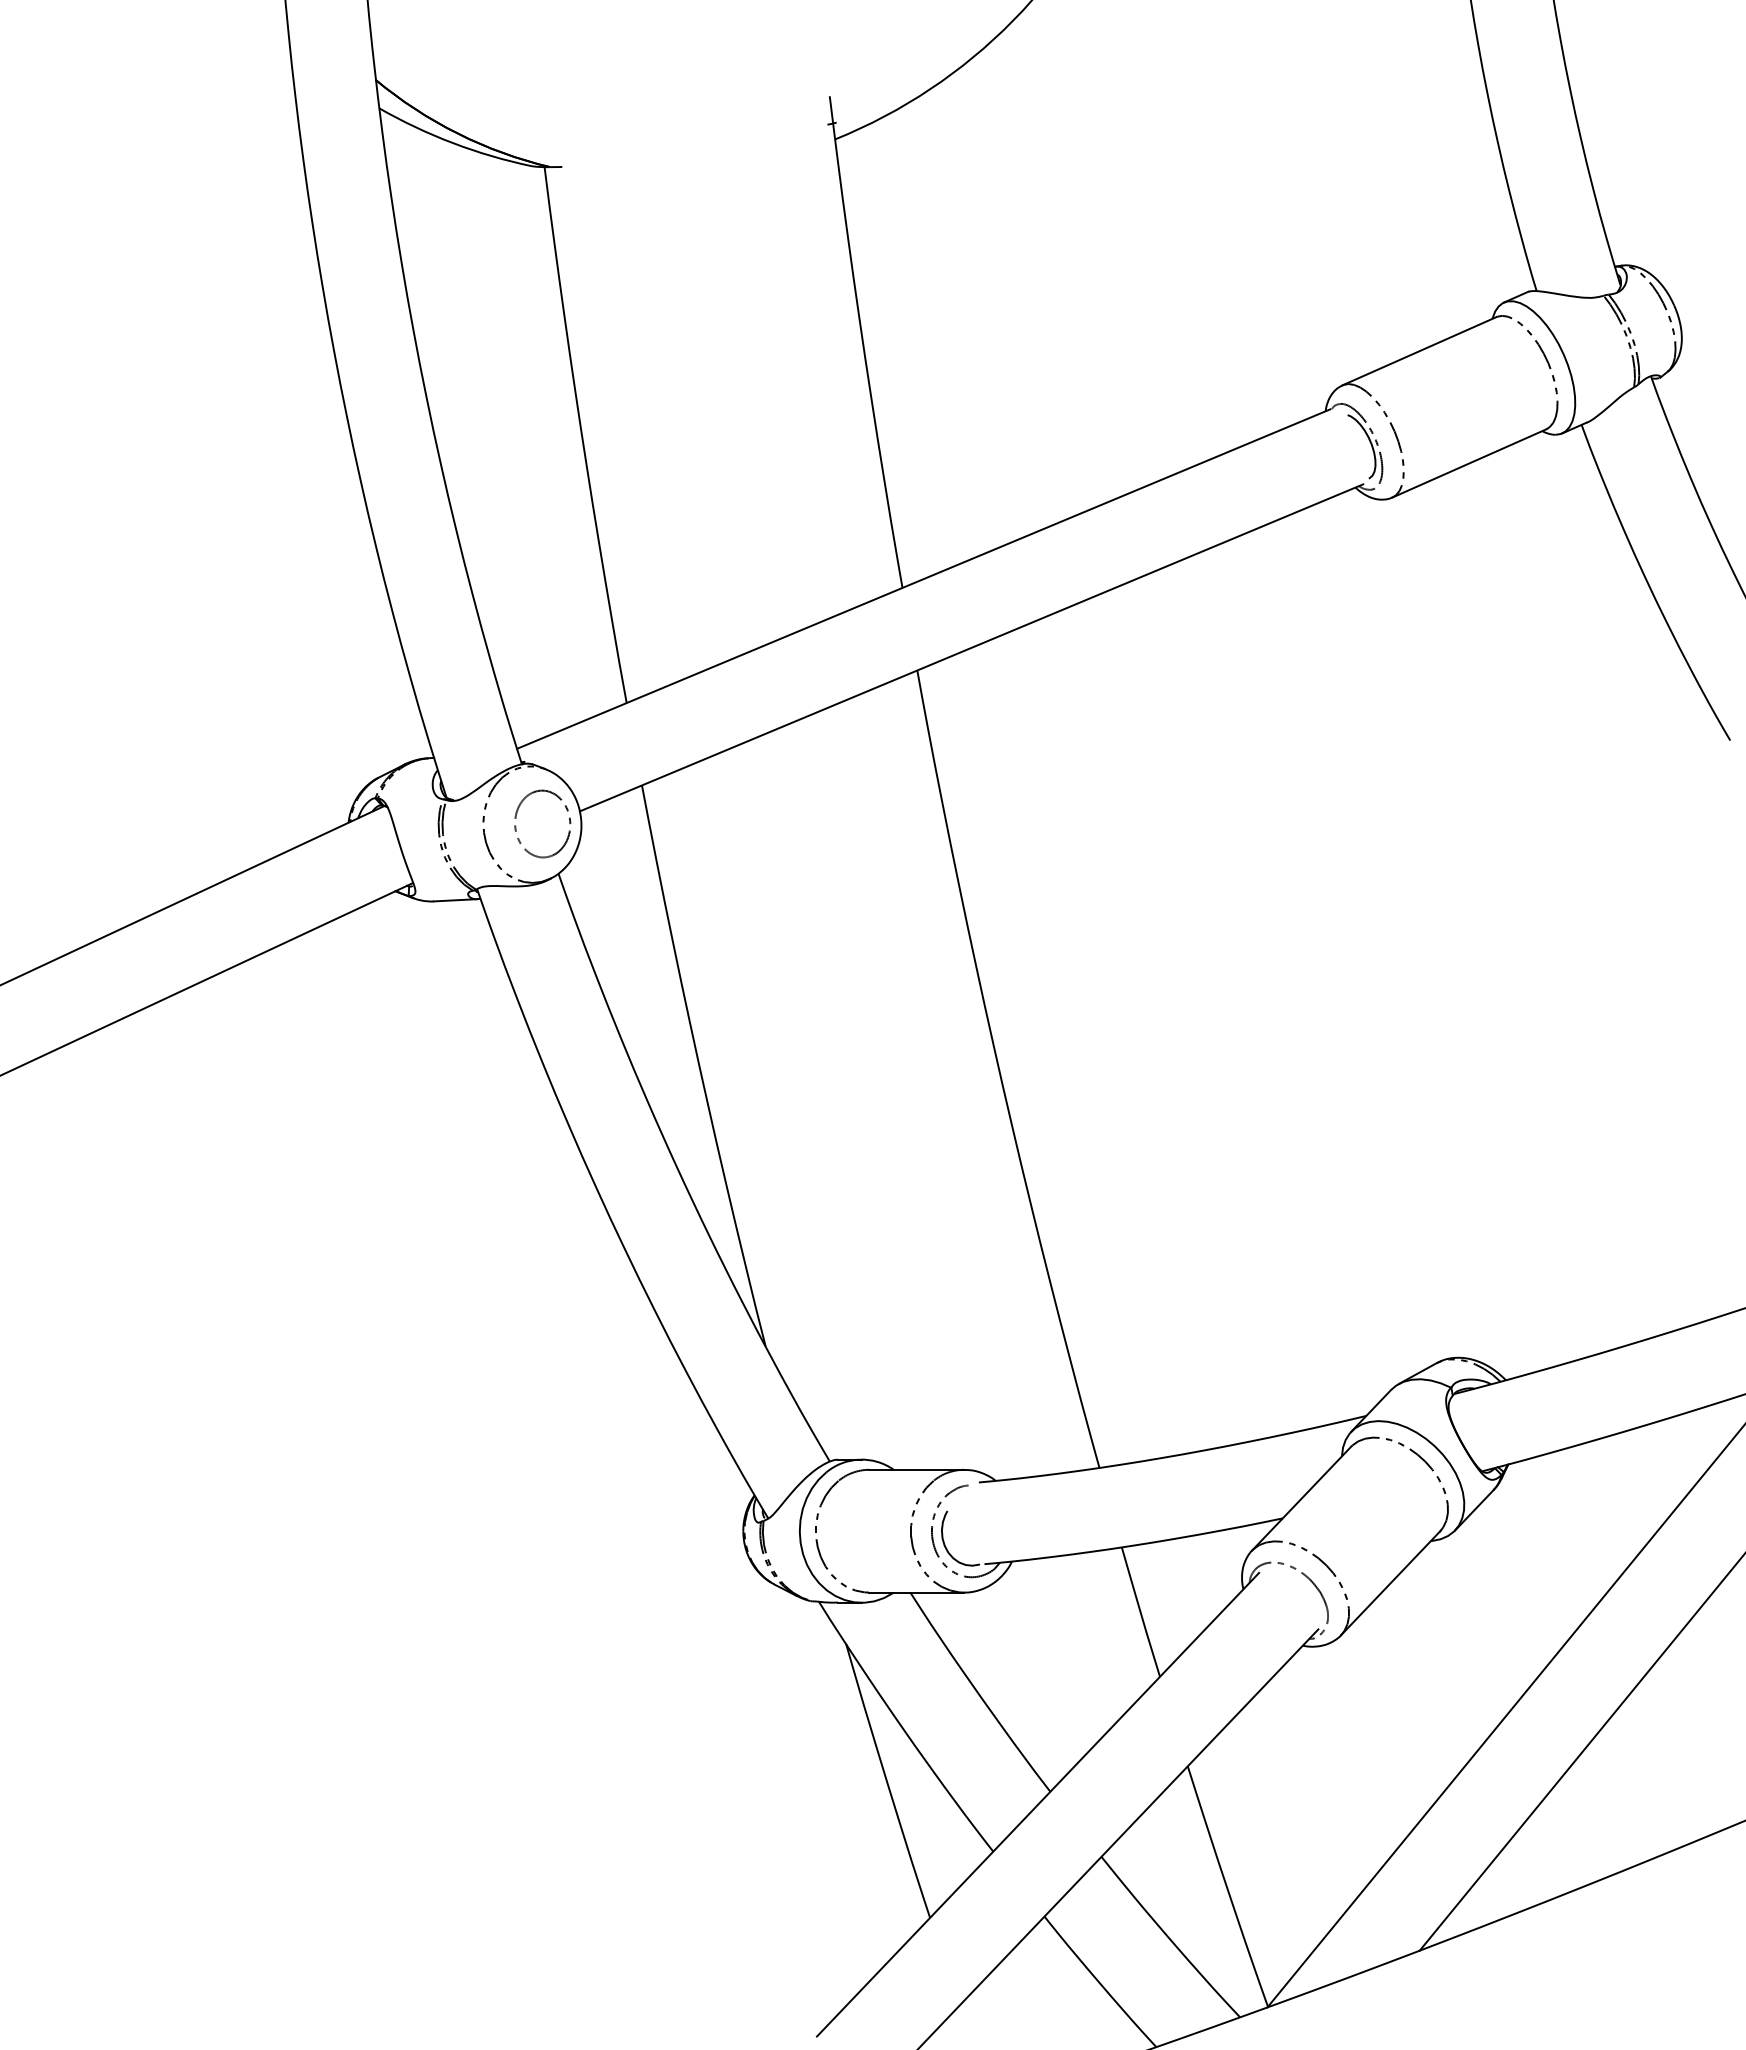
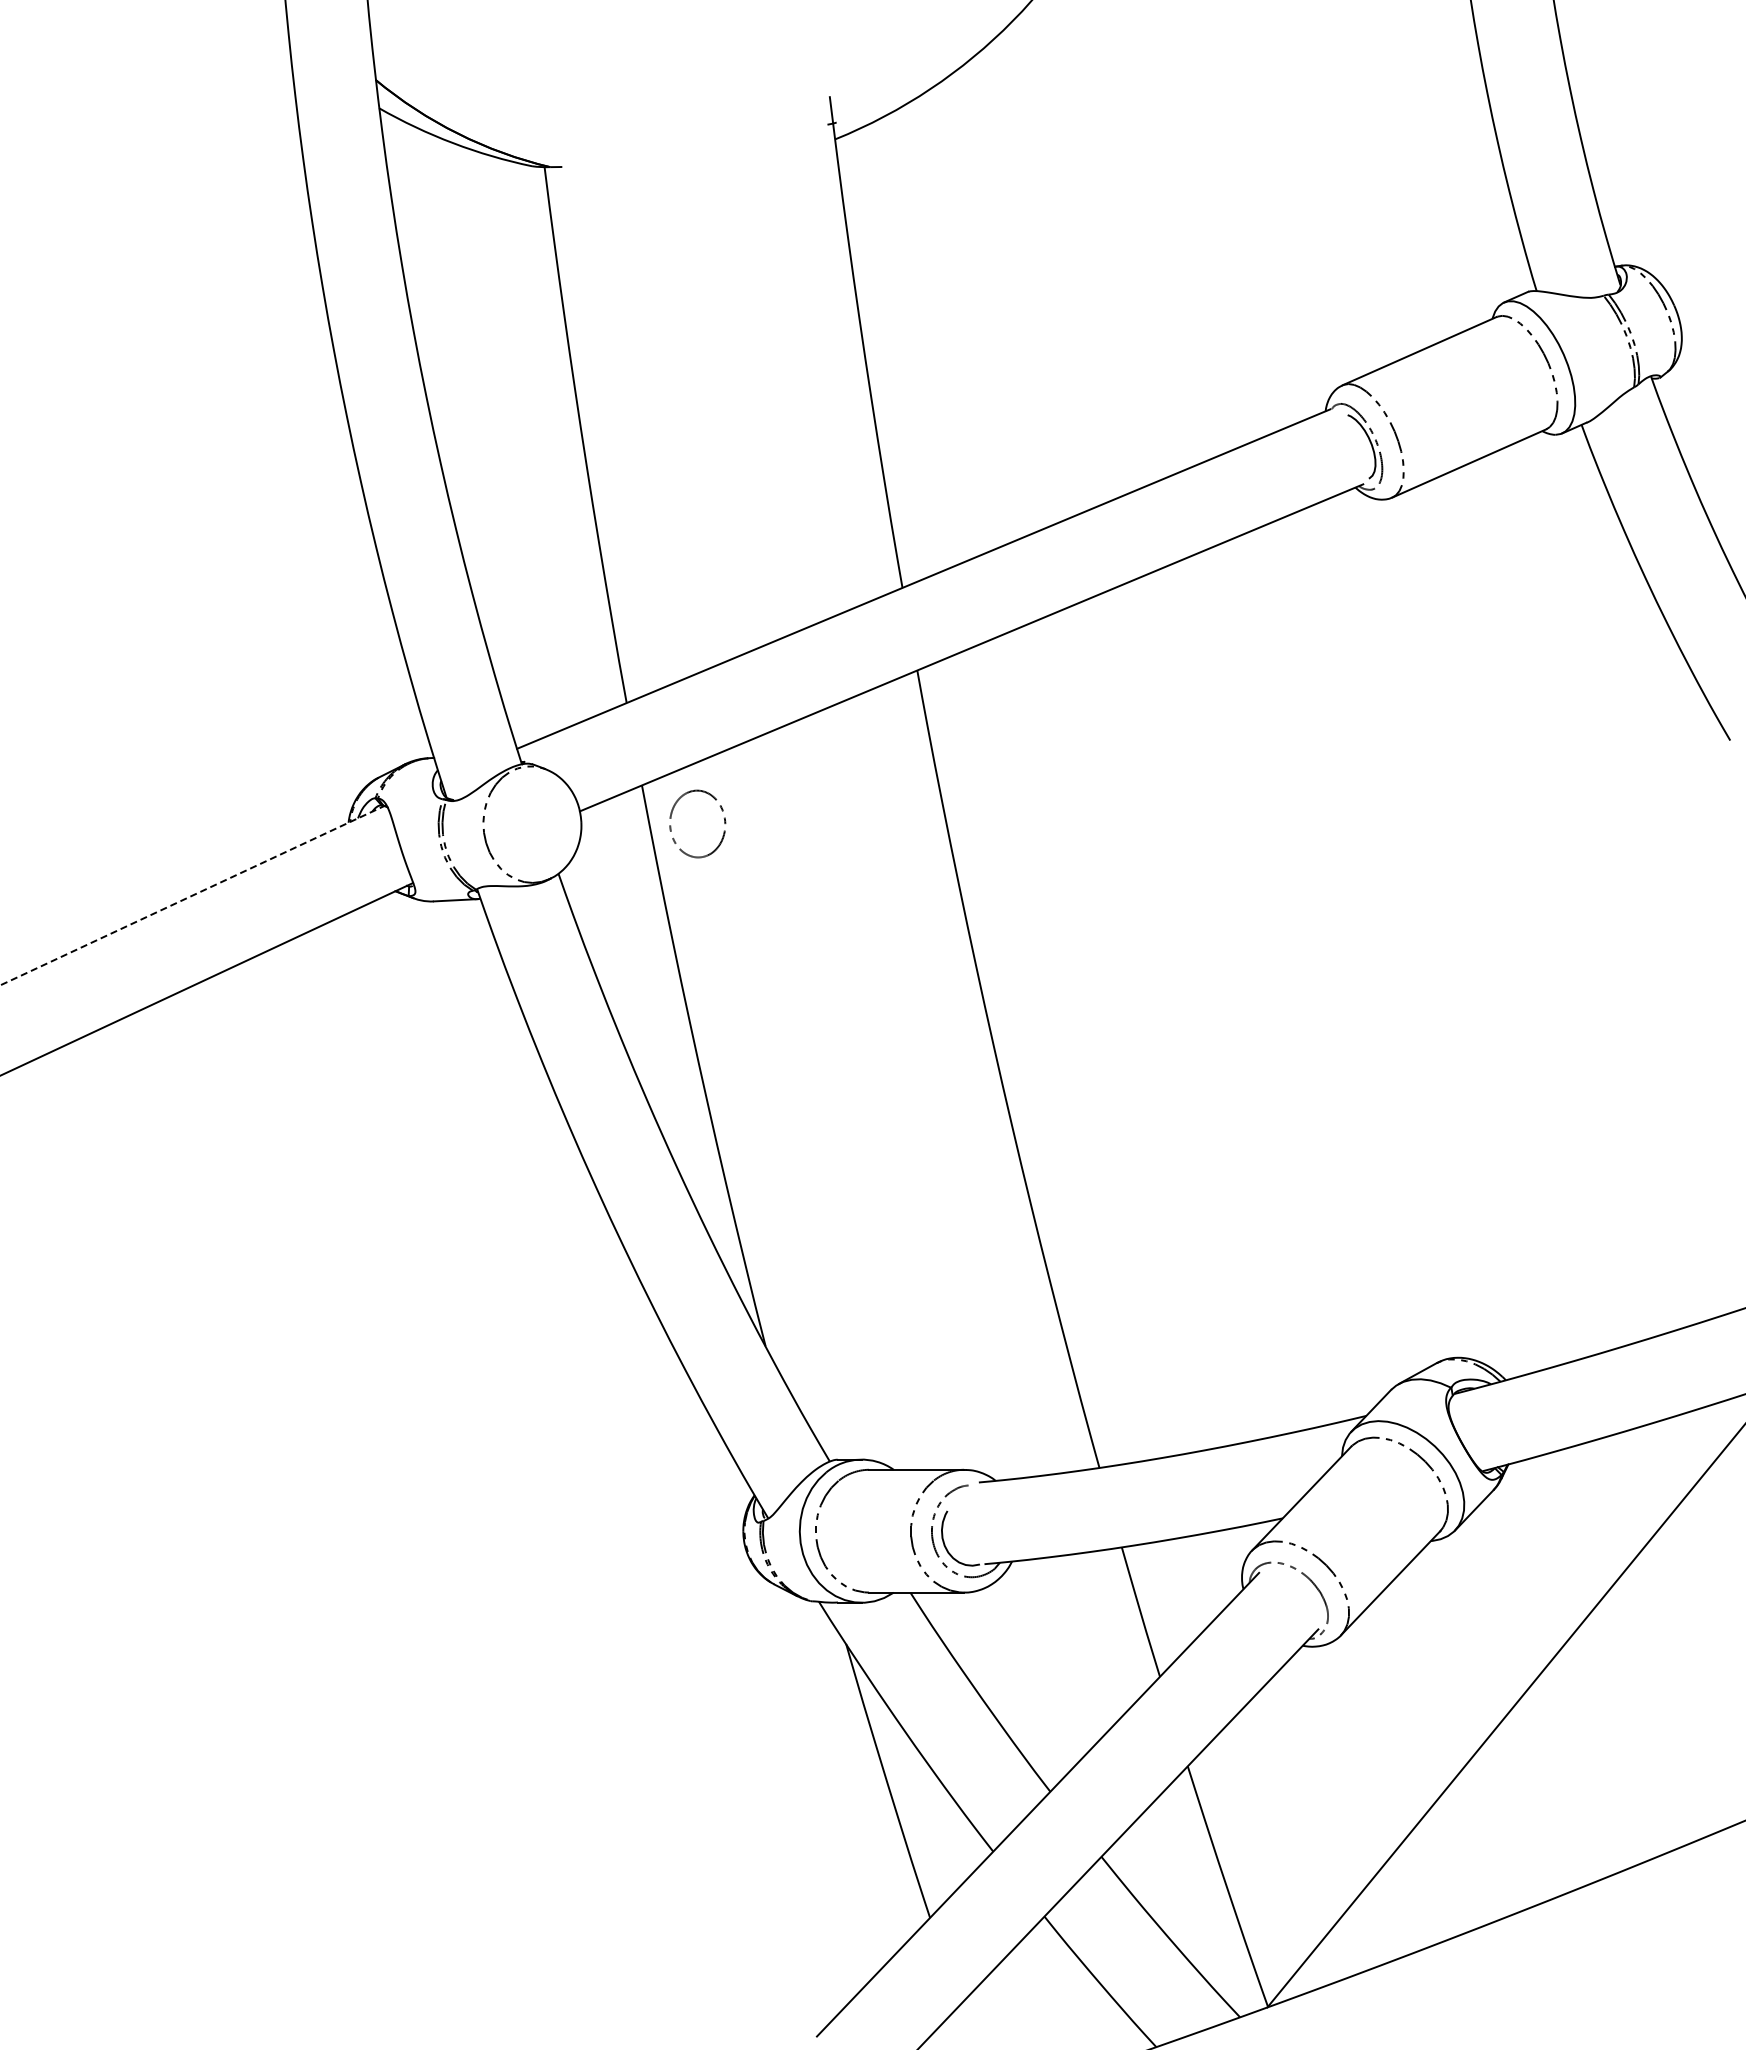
part at (516, 826) position: (516, 826) -> (671, 826)
line at (193, 895): solid -> dashed
line at (1580, 1753): present -> none
